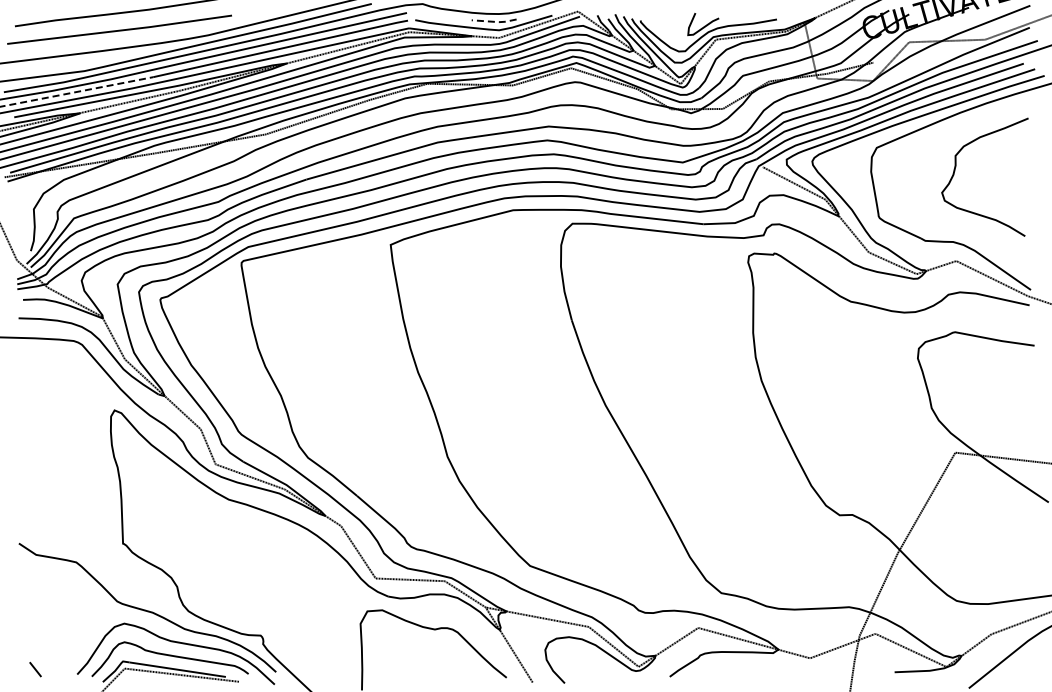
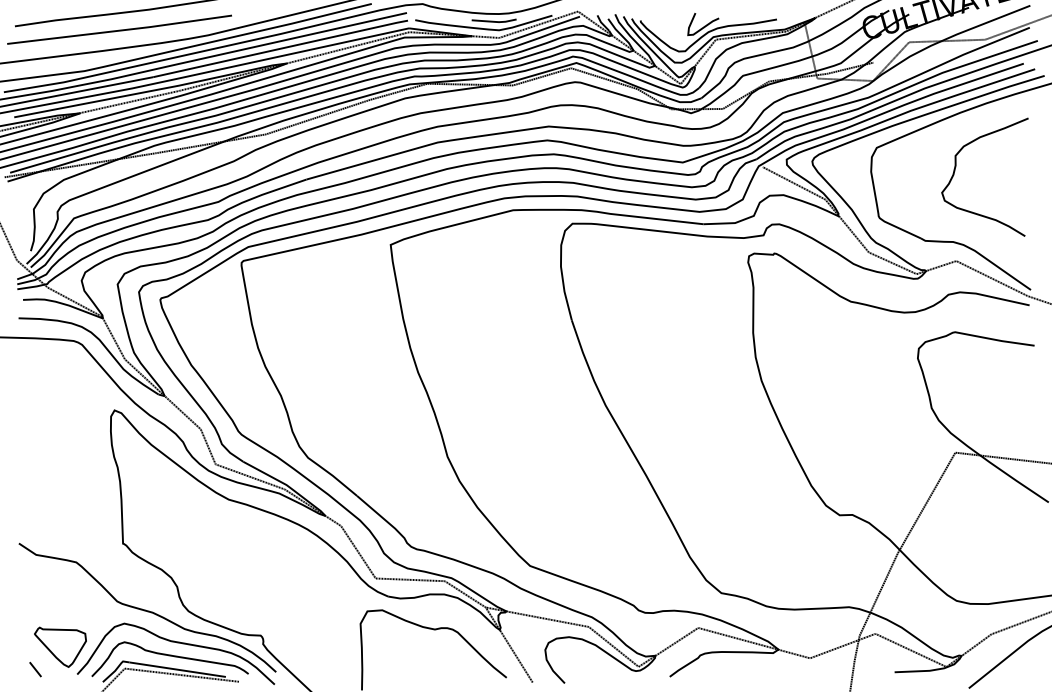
line at (495, 21): dashed -> solid
line at (76, 91): dashed -> solid
part at (60, 646): none -> present
